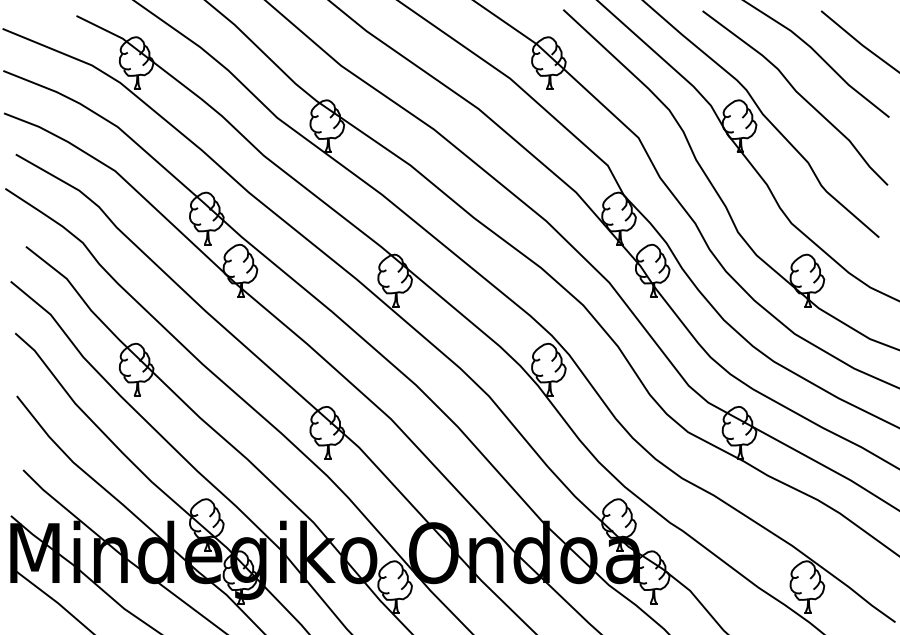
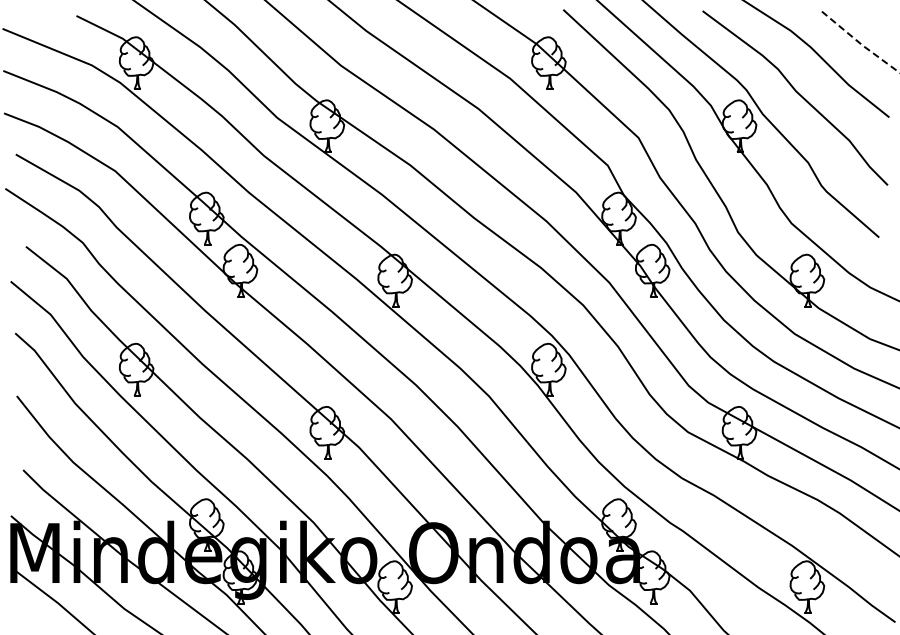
line at (859, 42): solid -> dashed
